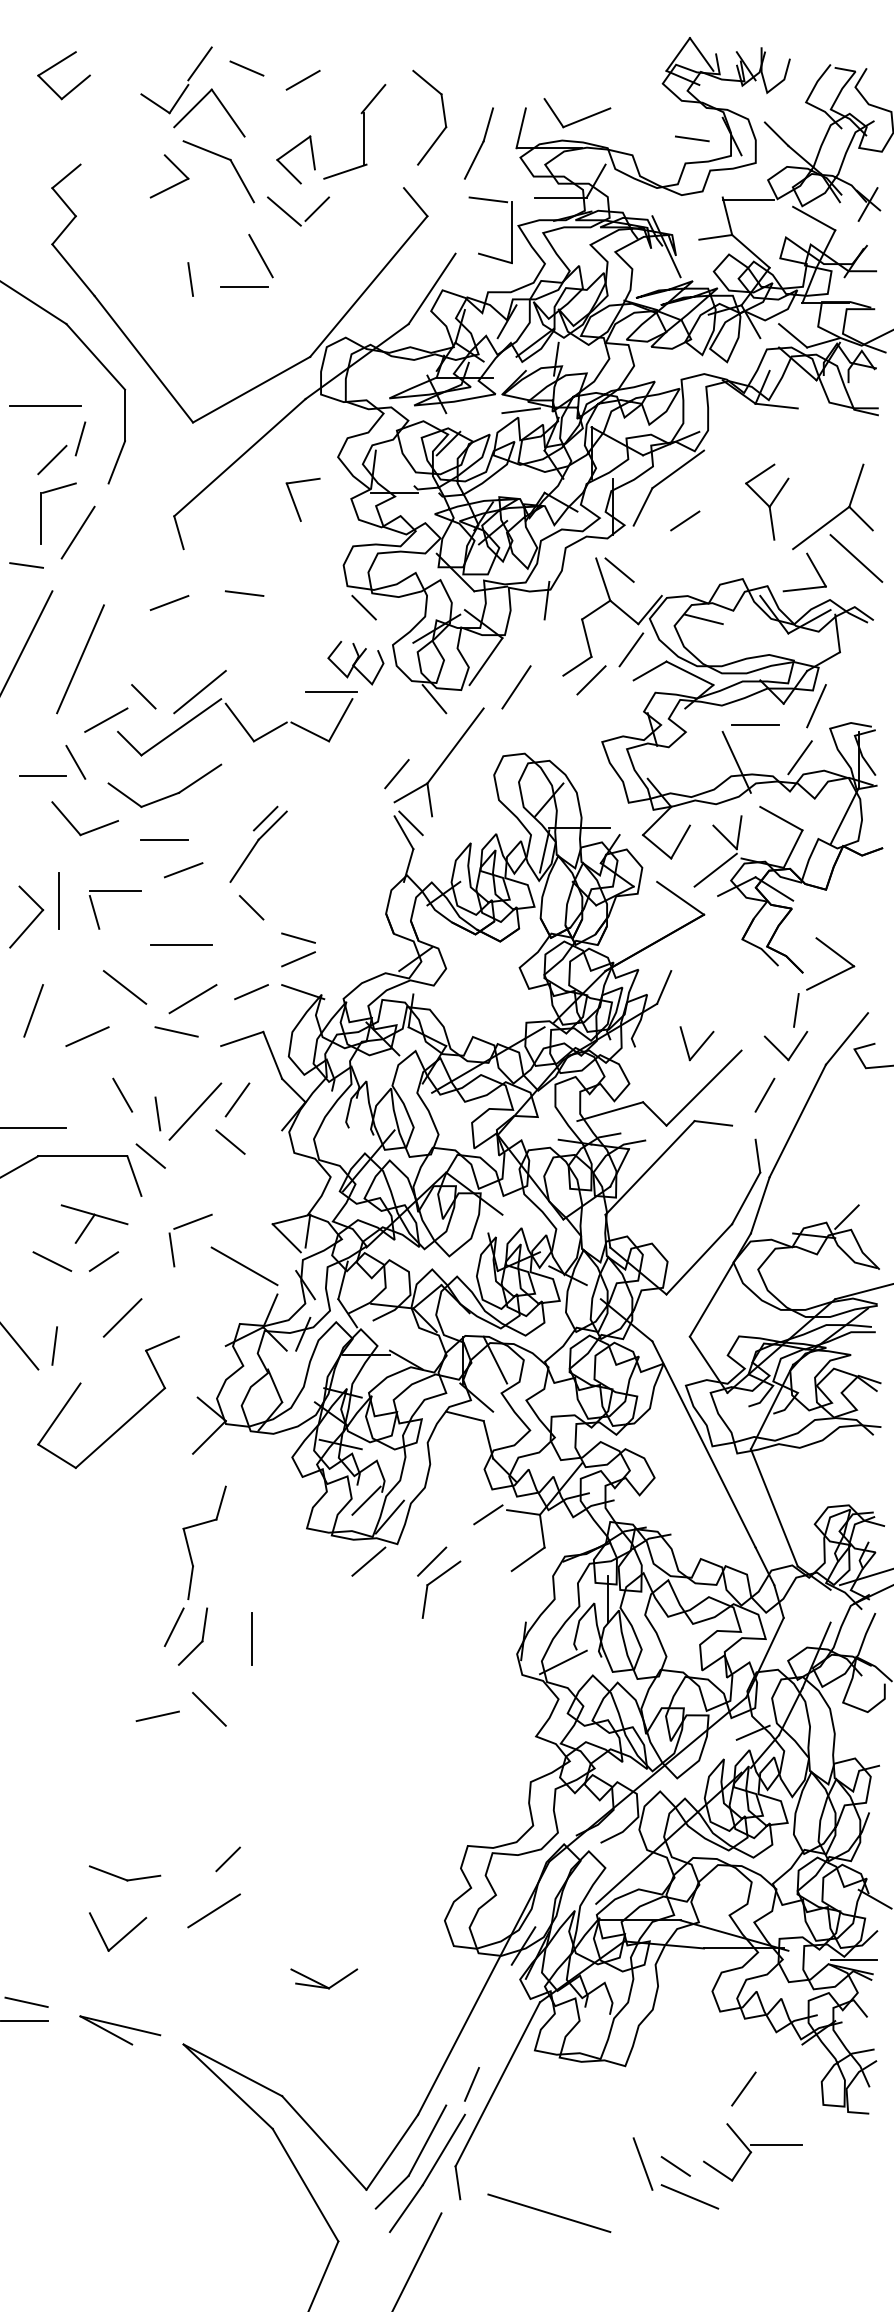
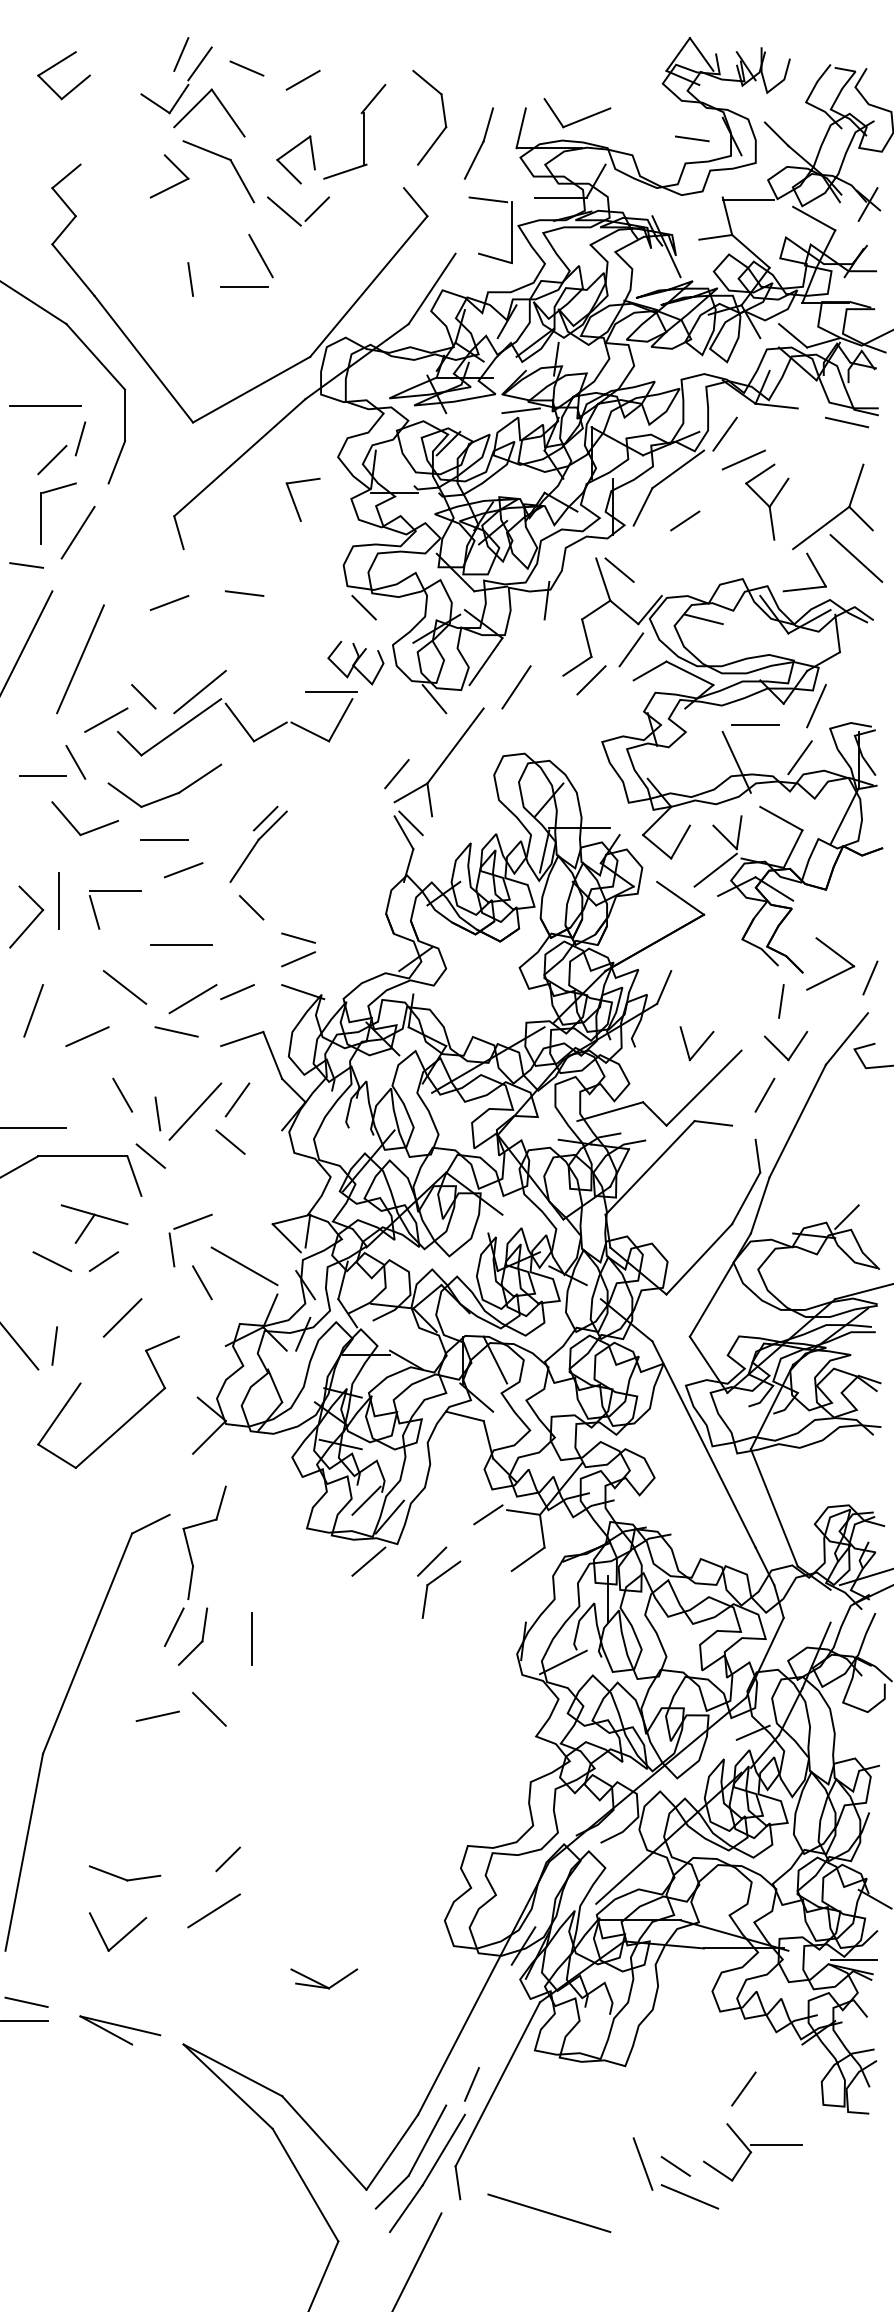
line at (181, 54): none -> present
line at (846, 422): none -> present
line at (724, 433): none -> present
line at (743, 459): none -> present
line at (870, 977): none -> present
line at (251, 992) position: (251, 992) -> (237, 992)
line at (796, 1010) position: (796, 1010) -> (781, 1001)
line at (202, 1282): none -> present
part at (57, 1721): none -> present
